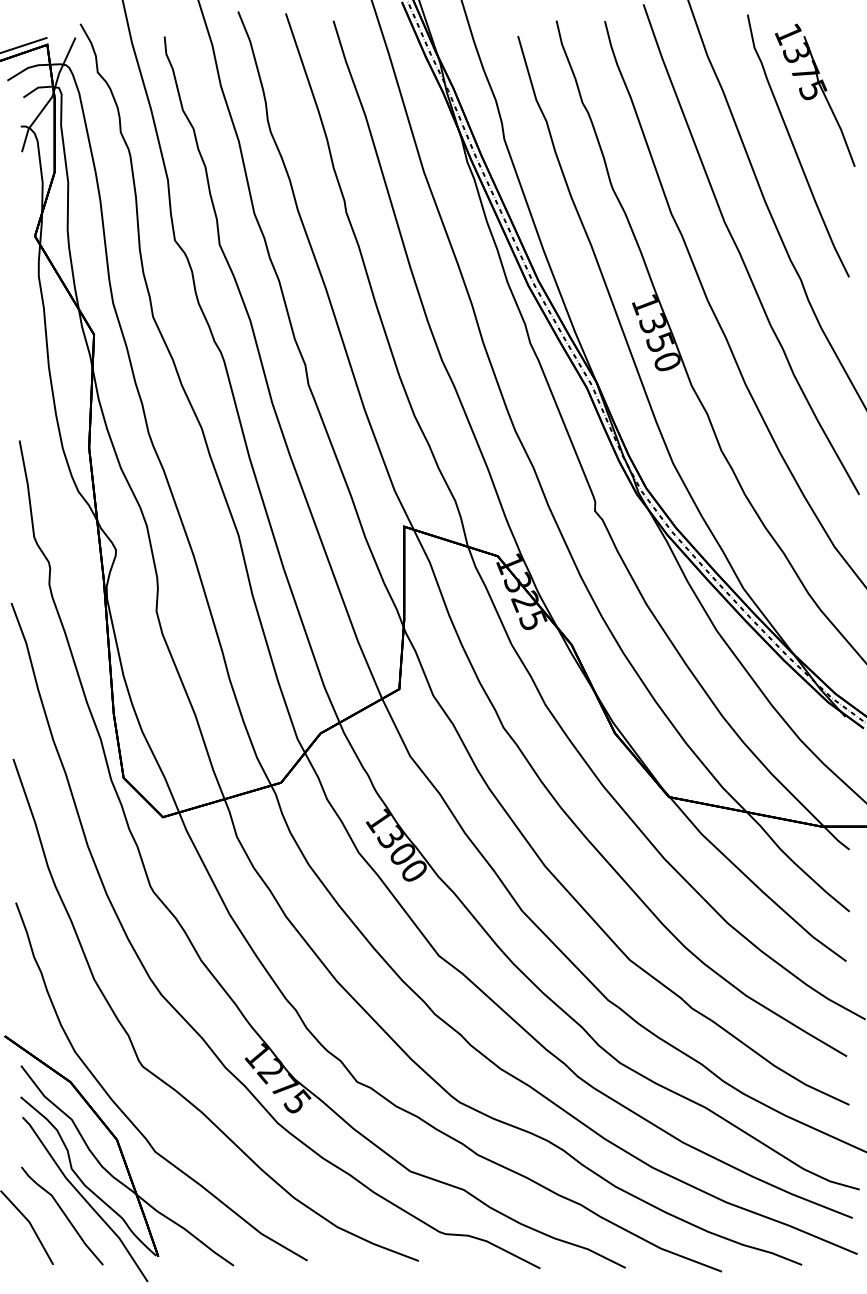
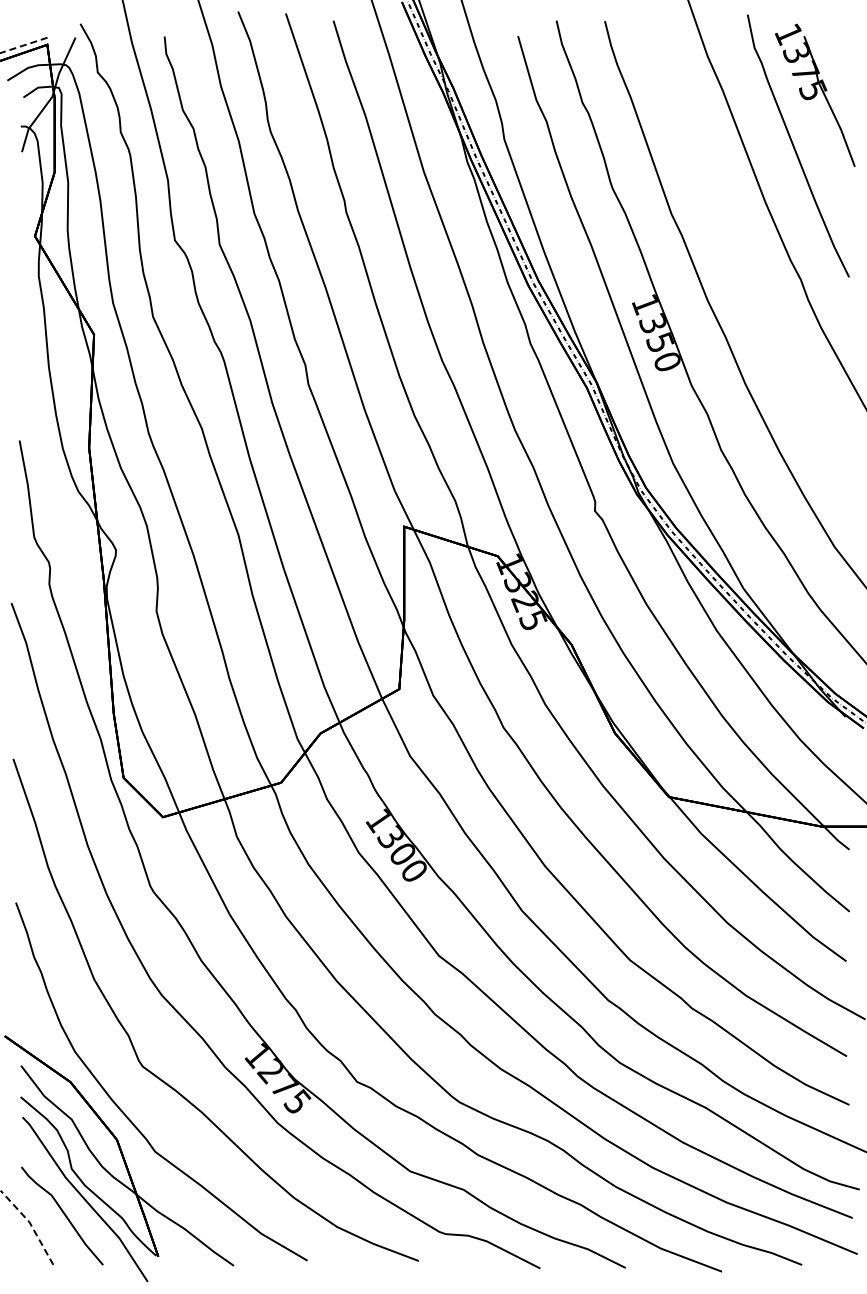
line at (23, 45): solid -> dashed
curve at (741, 254): present -> none
line at (30, 1224): solid -> dashed
